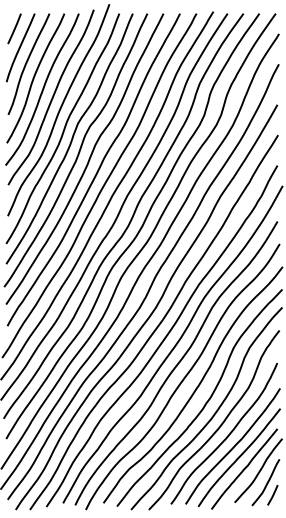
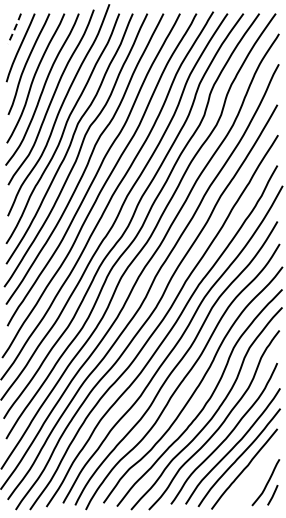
line at (14, 29): solid -> dashed
curve at (259, 470): present -> none
